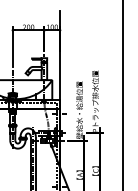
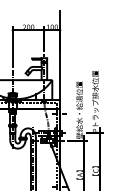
line at (123, 94): present -> none
